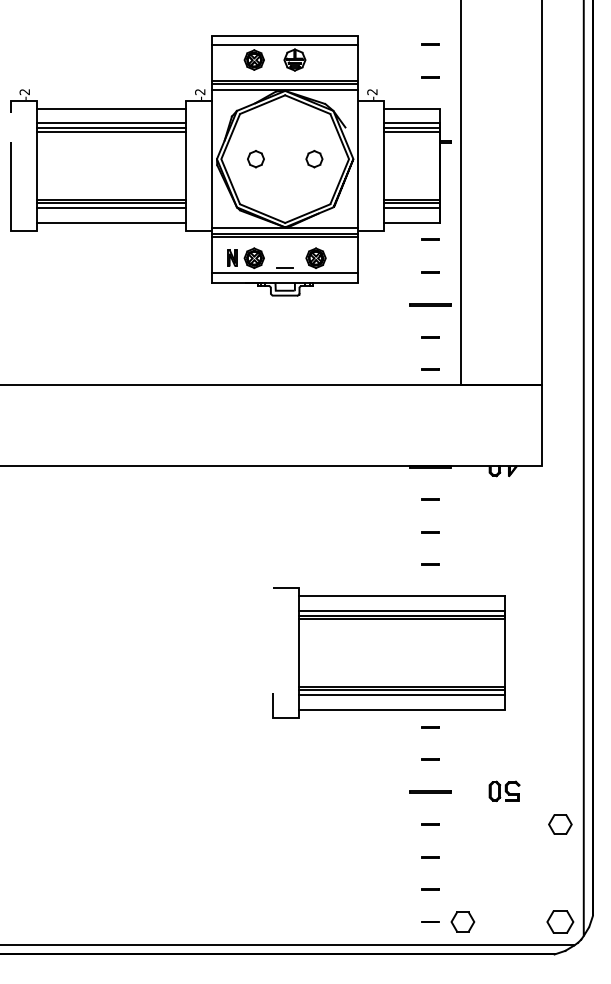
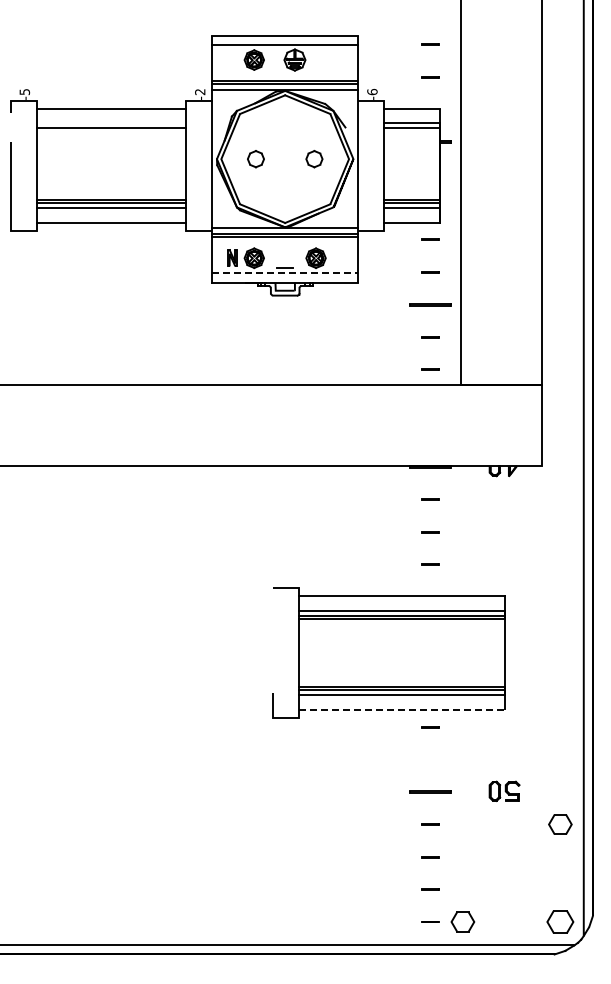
text at (24, 91): -2 -> -5
text at (372, 91): -2 -> -6
line at (111, 123): present -> none
line at (111, 131): present -> none
line at (411, 131): present -> none
line at (285, 272): solid -> dashed
line at (401, 709): solid -> dashed
line at (430, 759): present -> none
